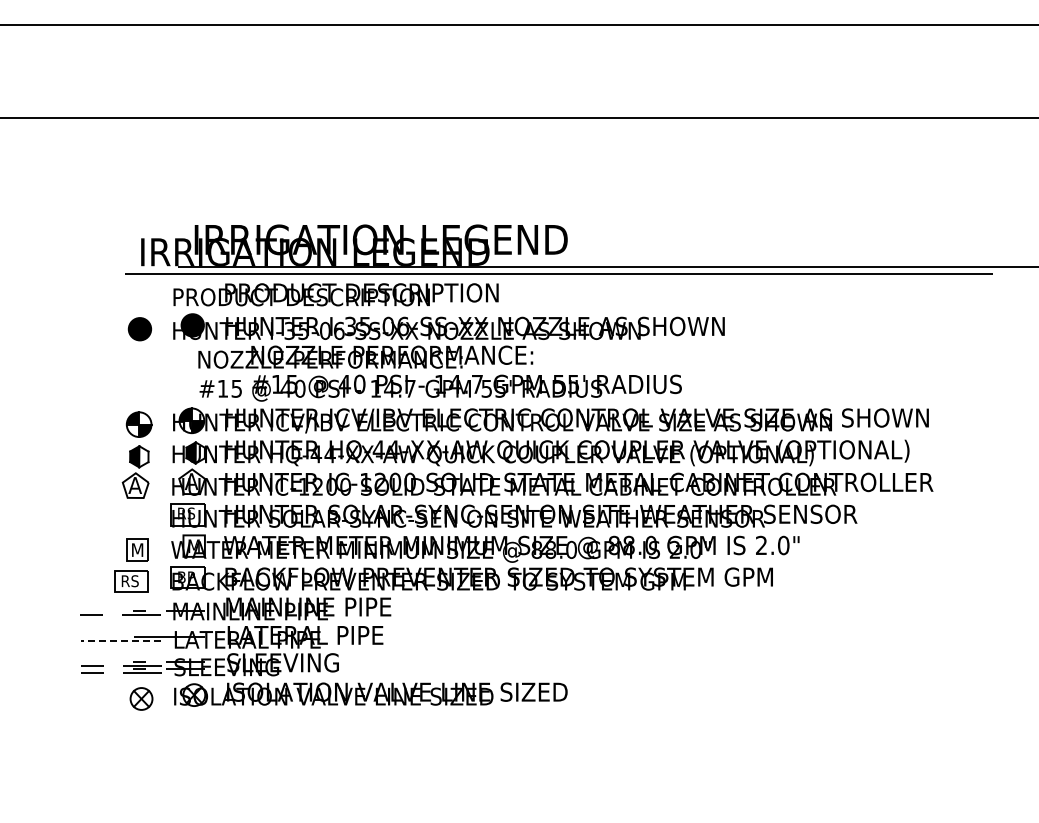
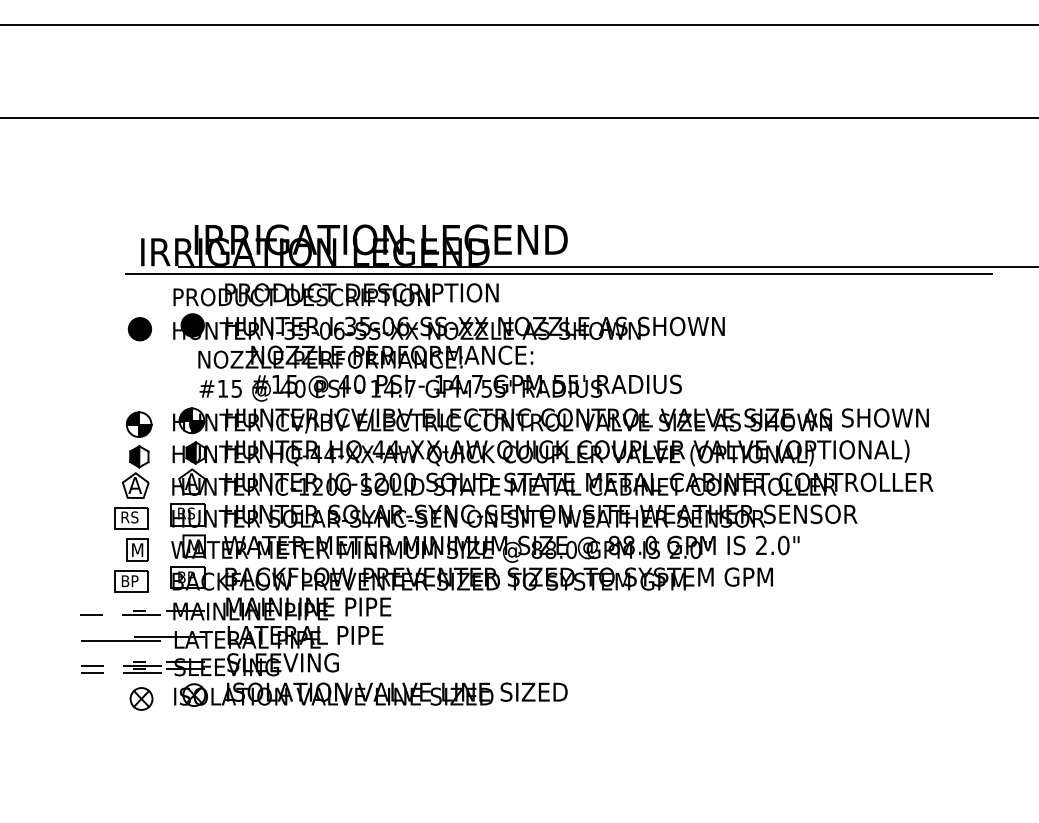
part at (131, 518): none -> present
text at (130, 581): RS -> BP
line at (120, 641): dashed -> solid
